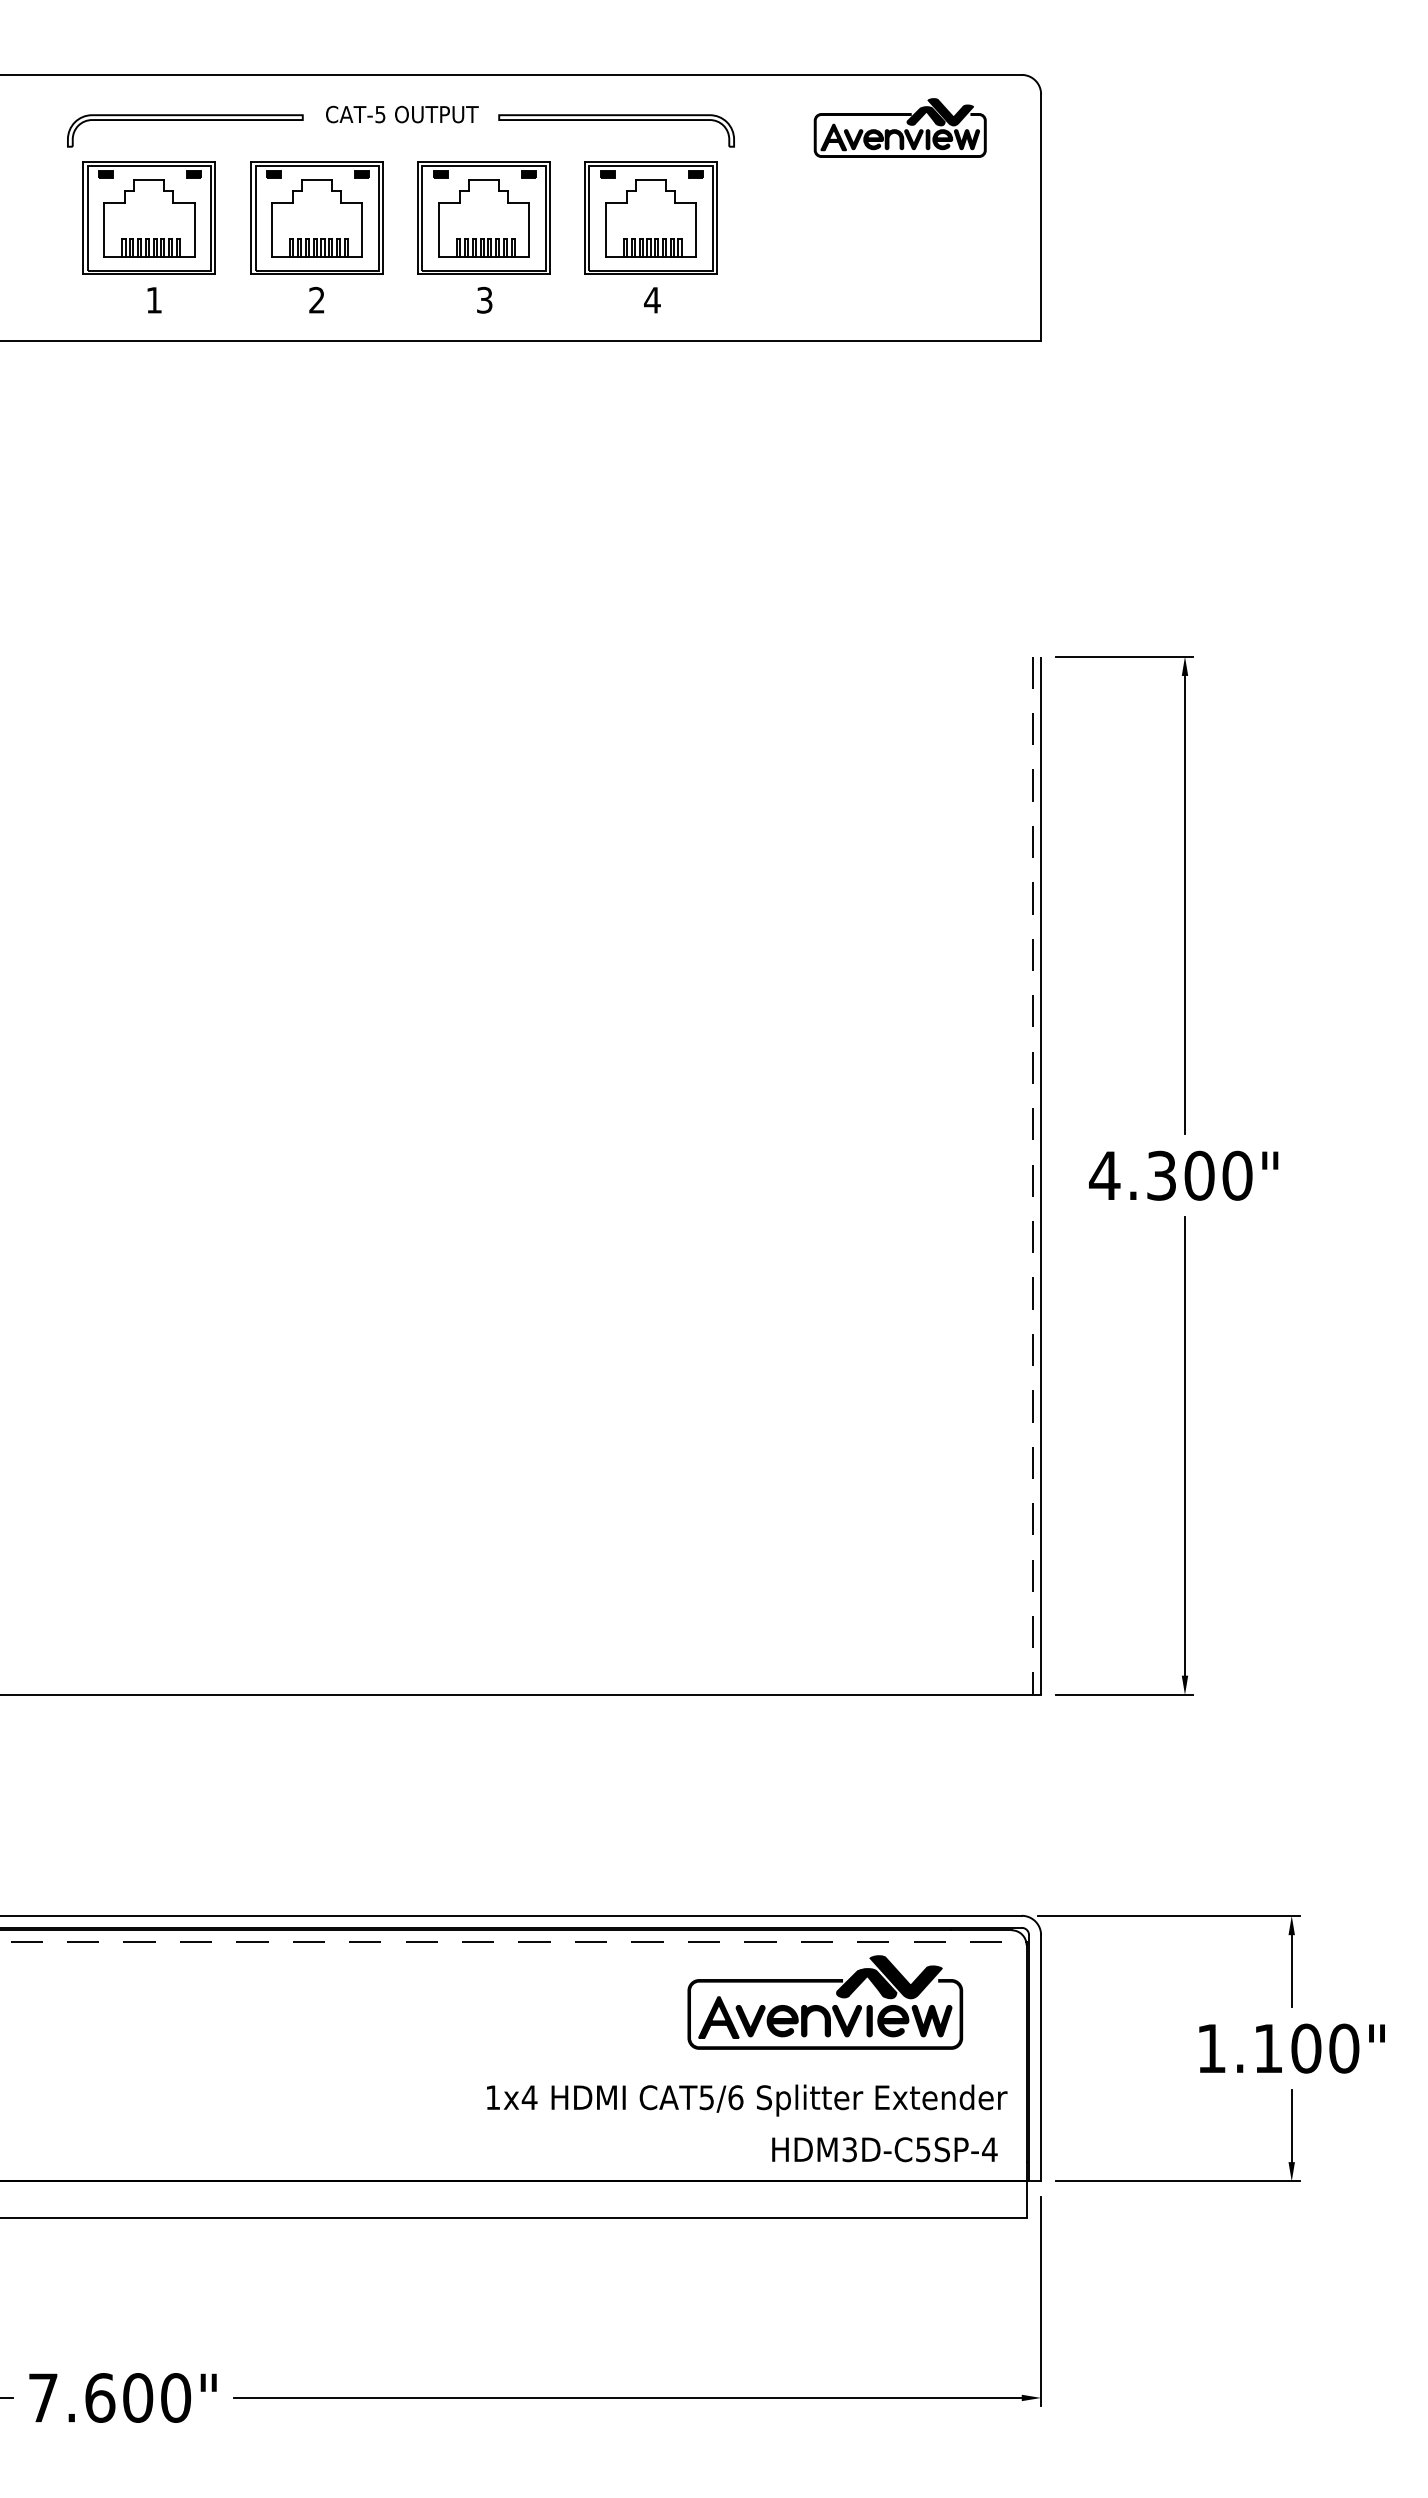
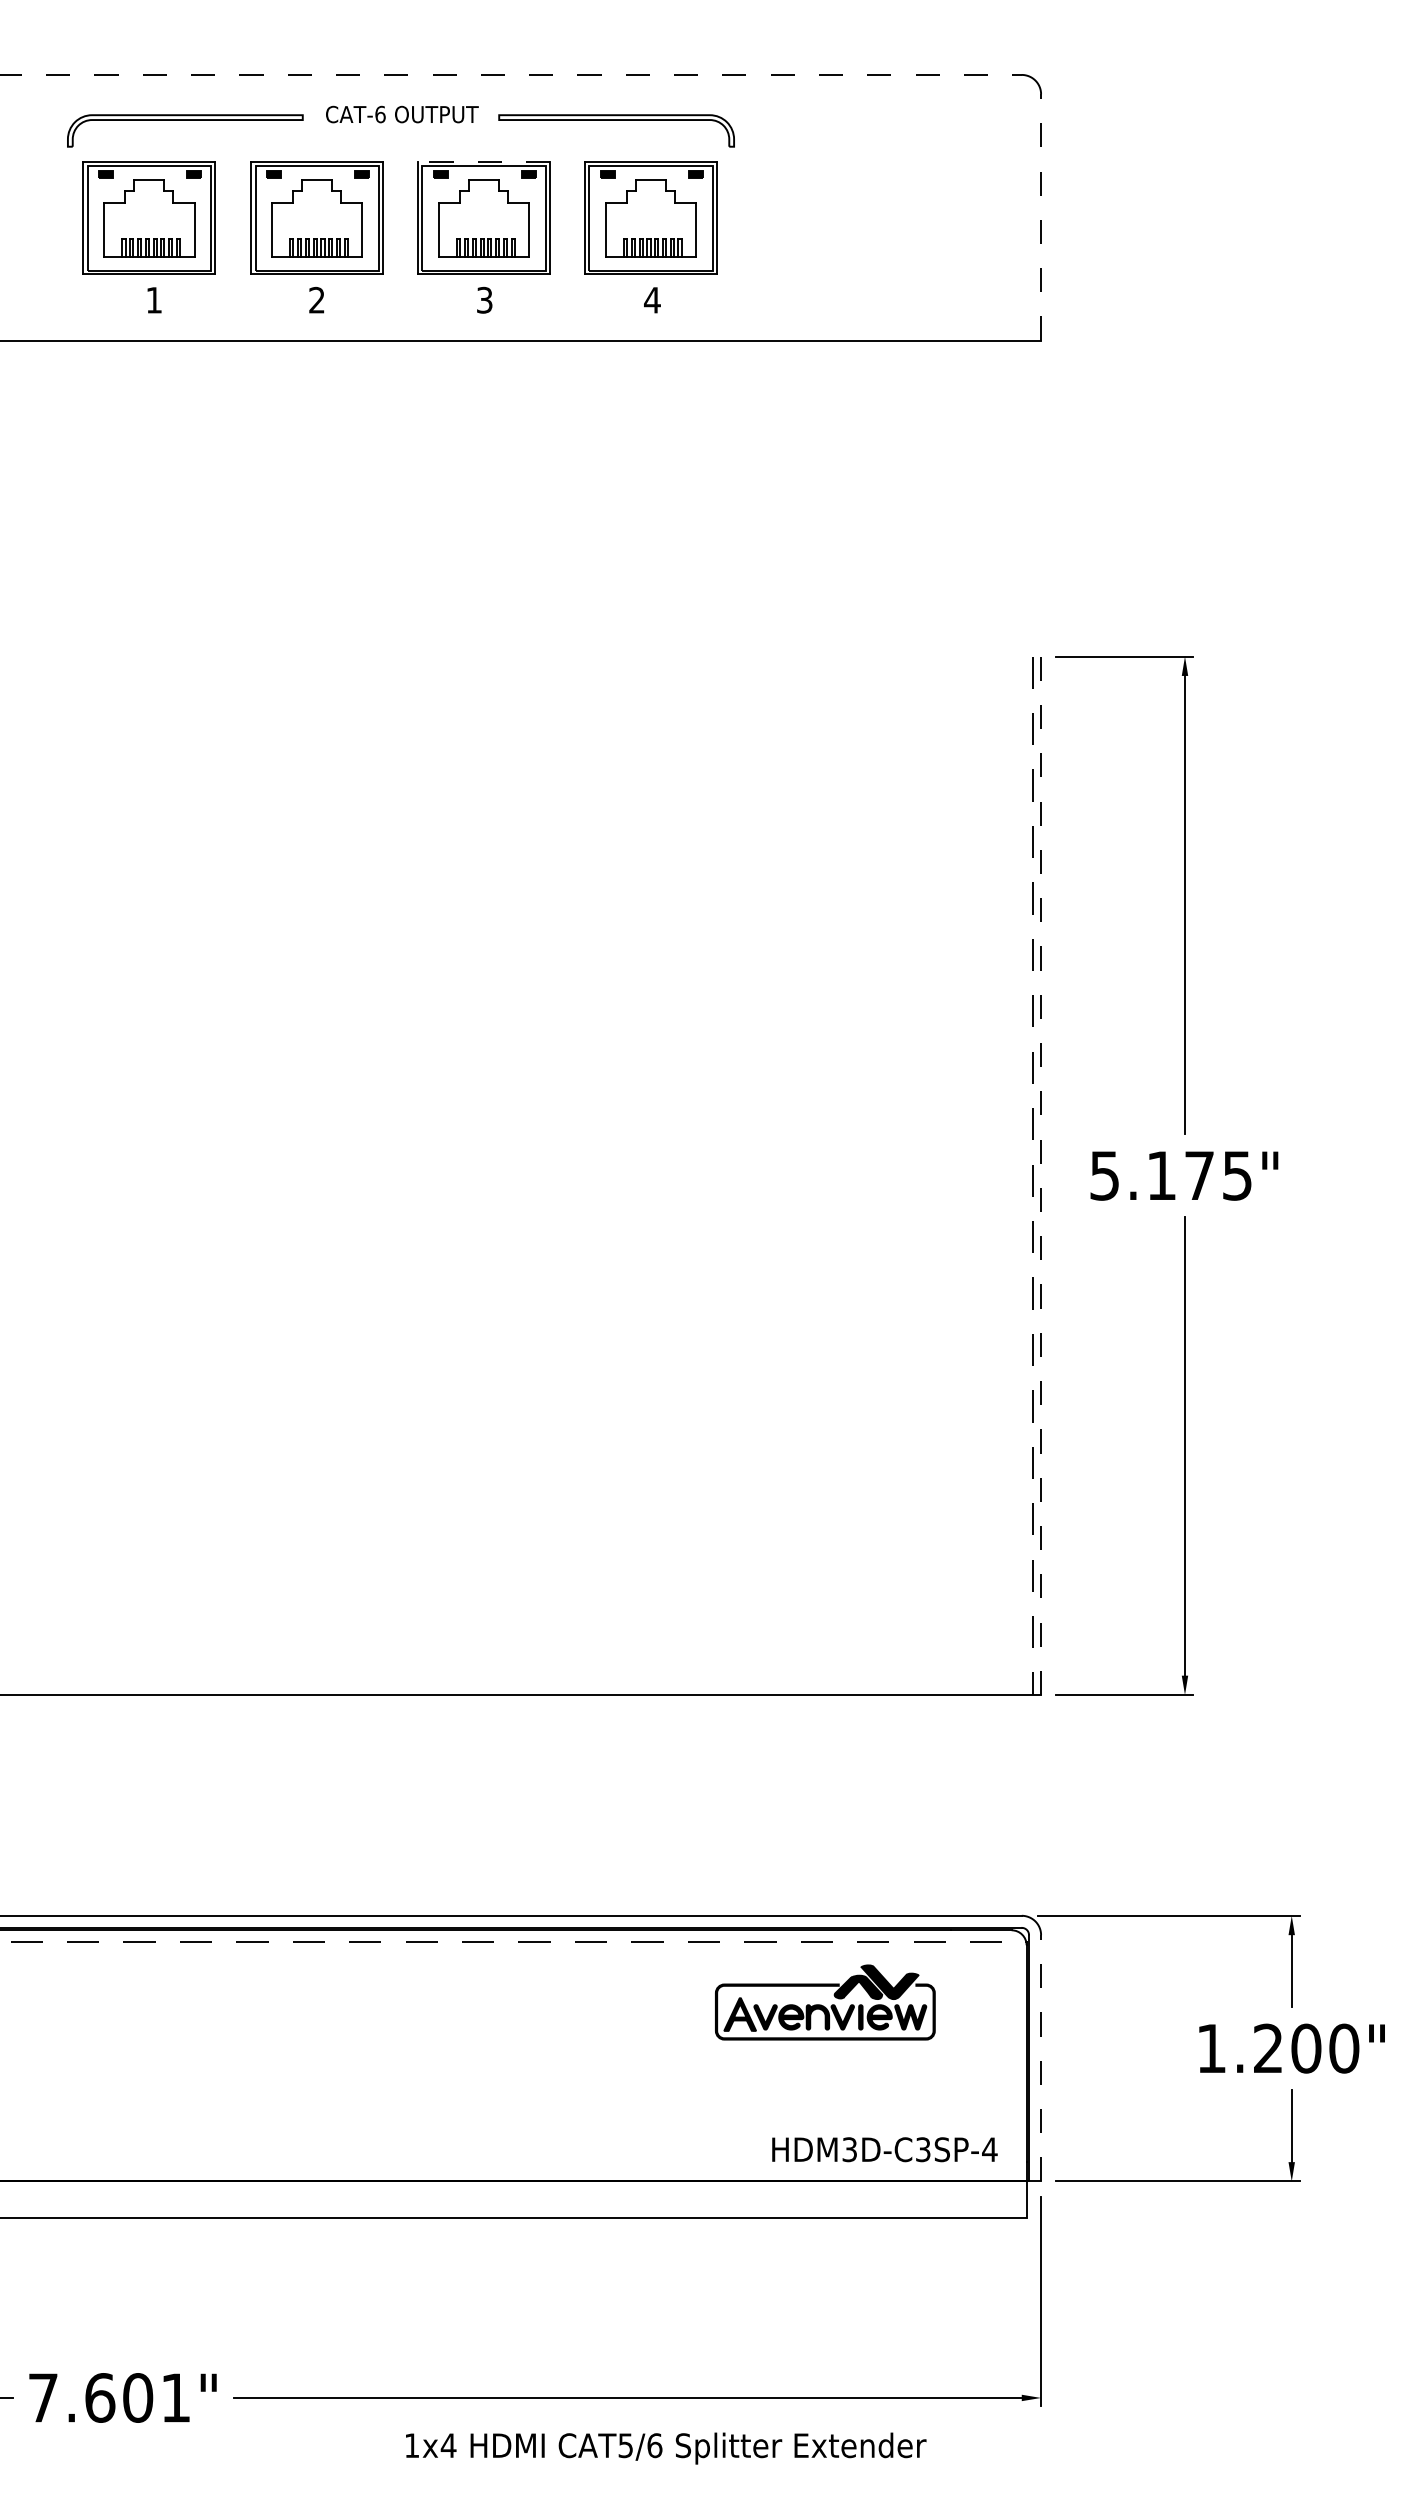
line at (511, 74): solid -> dashed
text at (380, 114): CAT-5 -> CAT-6
part at (899, 127): present -> none
line at (483, 161): solid -> dashed
line at (1041, 216): solid -> dashed
text at (1170, 1175): 4.300" -> 5.175"
line at (1041, 1176): solid -> dashed
part at (825, 2002) size: 277x95 px -> 221x77 px
text at (1267, 2047): 1.100" -> 1.200"
line at (1041, 2057): solid -> dashed
text at (747, 2100) position: (747, 2100) -> (666, 2448)
text at (923, 2149): HDM3D-C5SP-4 -> HDM3D-C3SP-4
text at (176, 2397): 7.600" -> 7.601"
